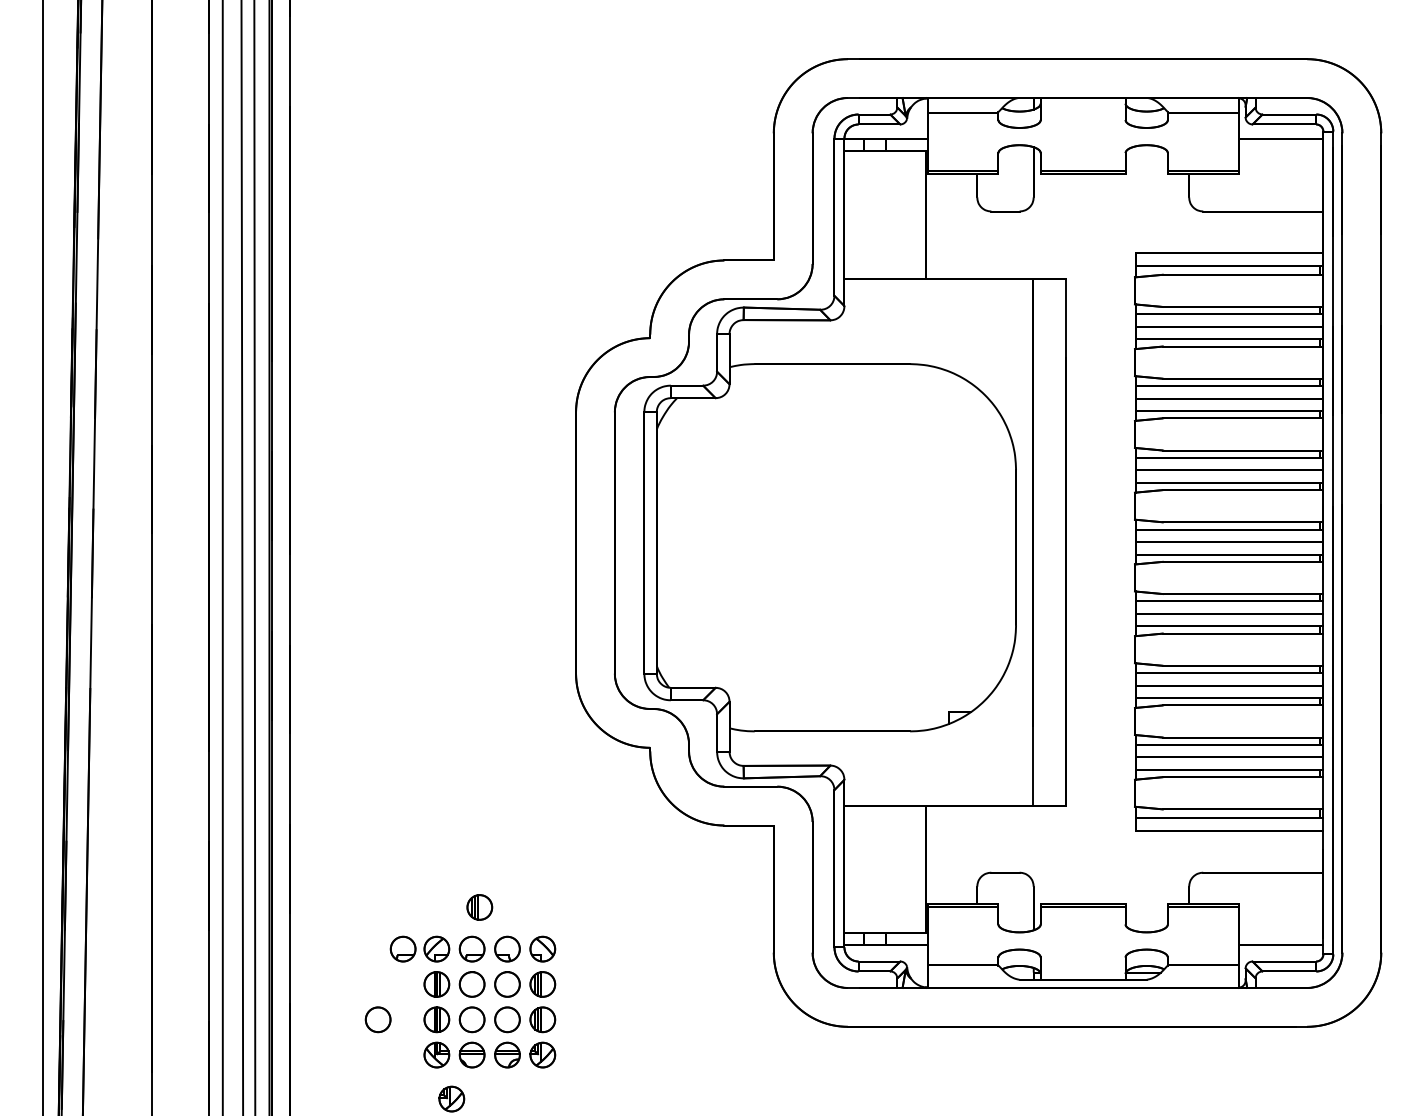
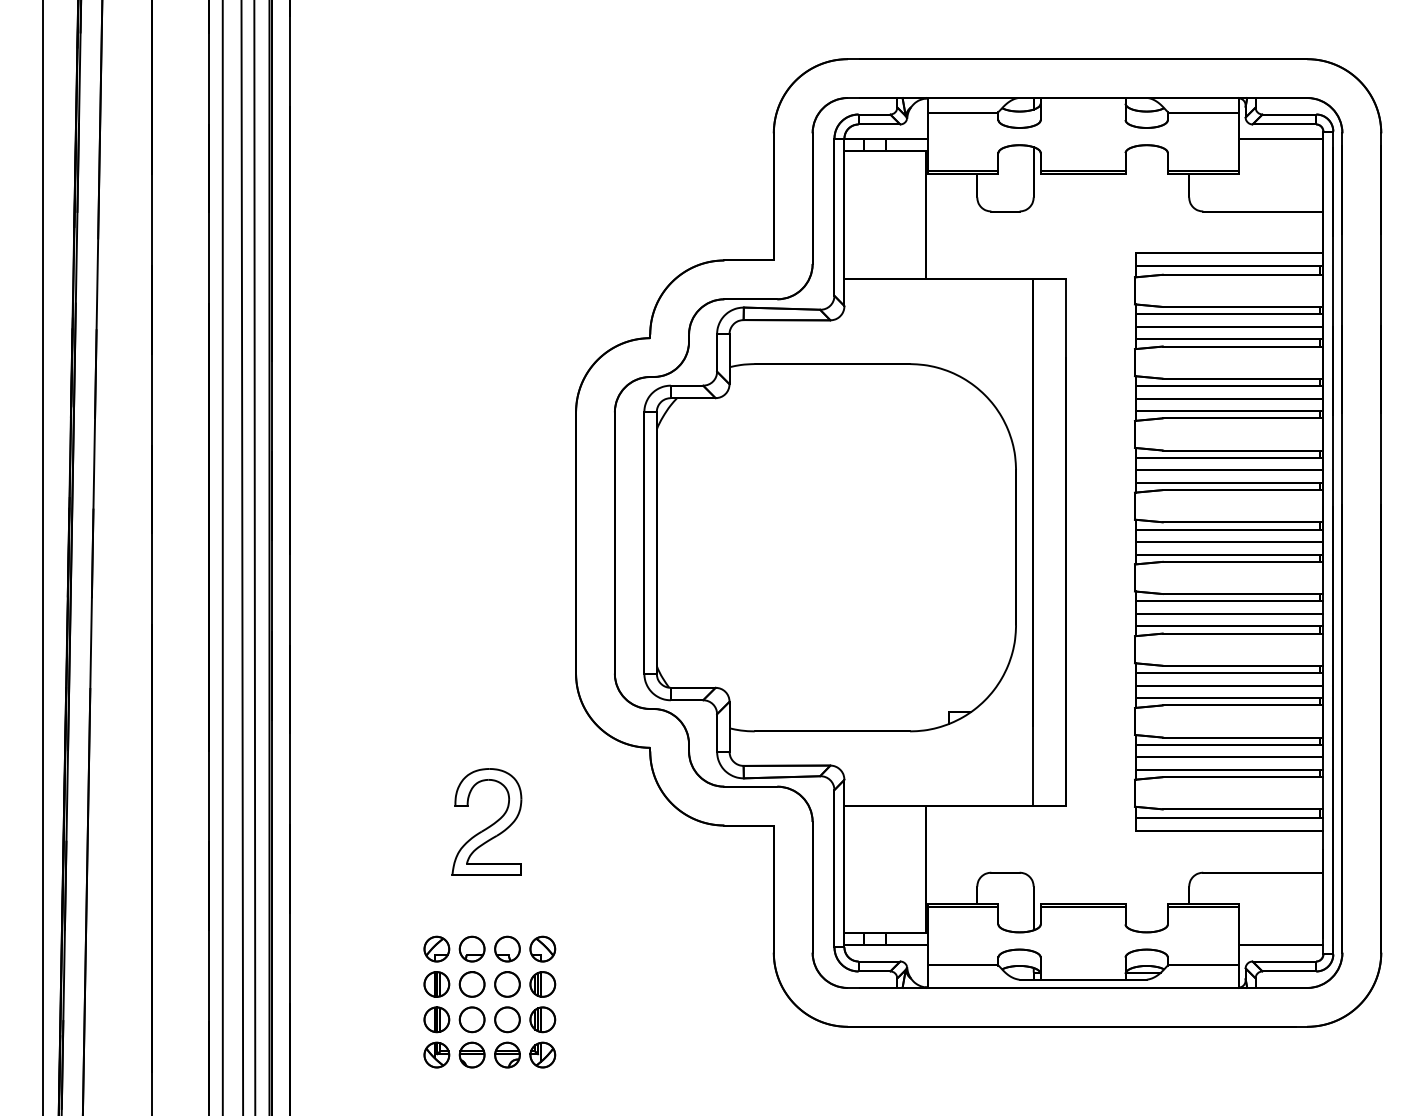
part at (486, 821): none -> present
part at (479, 907): present -> none
part at (402, 948): present -> none
part at (377, 1019): present -> none
part at (451, 1098): present -> none
